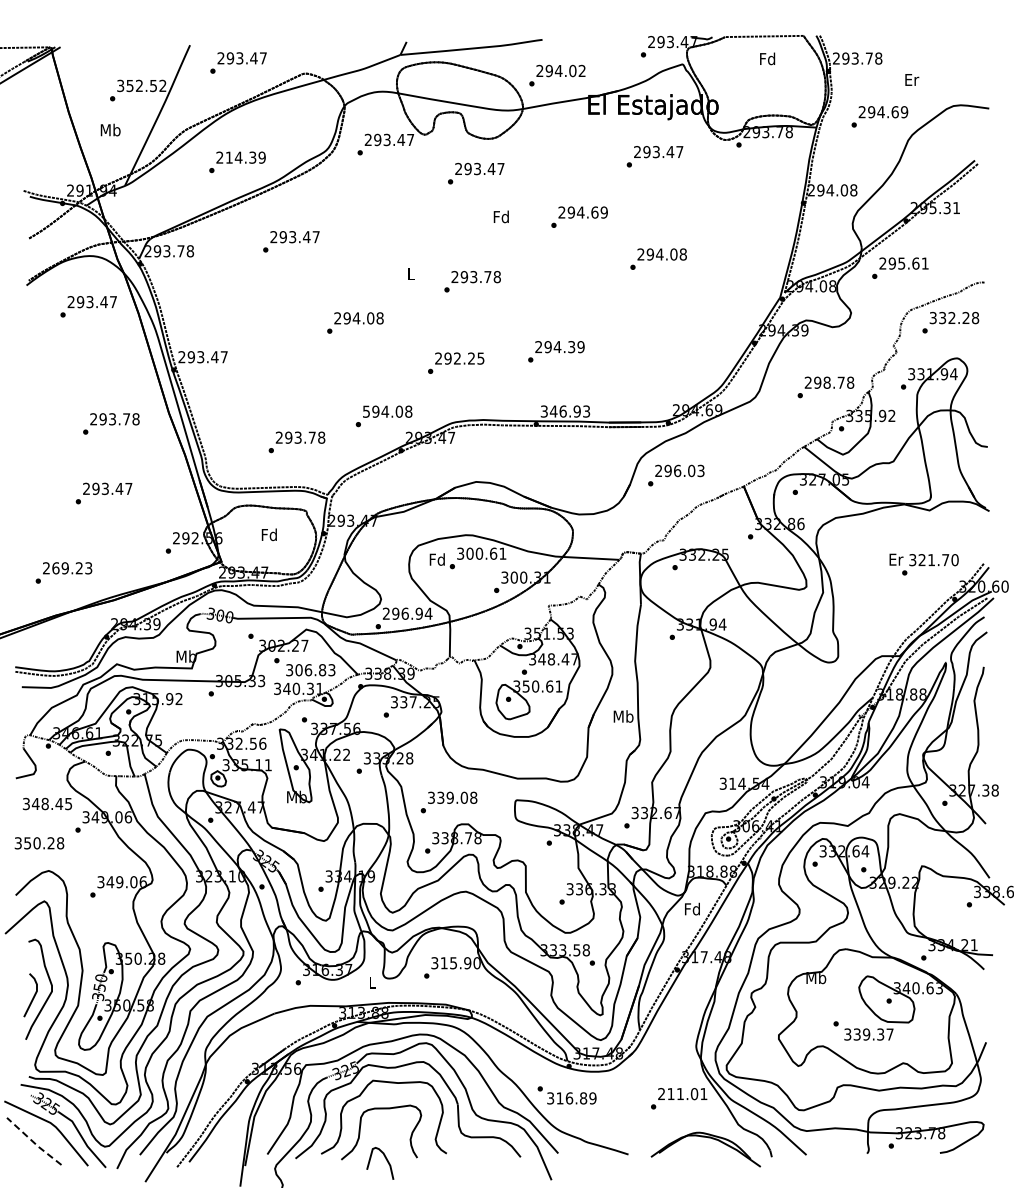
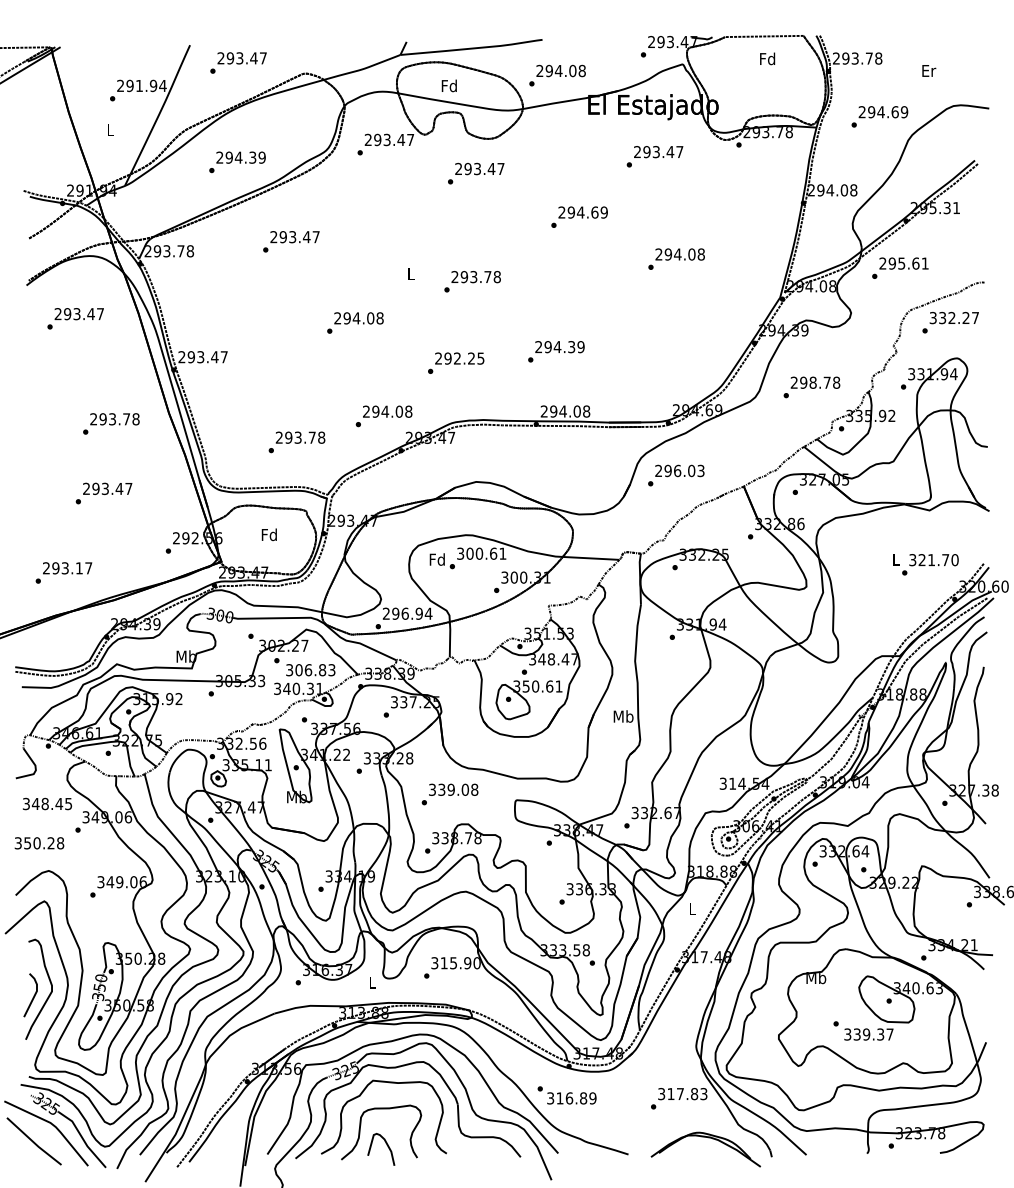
text at (581, 71): 294.02 -> 294.08
text at (912, 79) position: (912, 79) -> (929, 70)
text at (141, 85): 352.52 -> 291.94
text at (110, 129): Mb -> L
text at (228, 157): 214.39 -> 294.39
text at (500, 216) position: (500, 216) -> (448, 85)
text at (658, 258) position: (658, 258) -> (676, 258)
text at (88, 306) position: (88, 306) -> (75, 318)
text at (975, 317): 332.28 -> 332.27
text at (825, 387) position: (825, 387) -> (811, 387)
text at (366, 411): 594.08 -> 294.08
text at (565, 411): 346.93 -> 294.08
text at (896, 559): Er -> L
text at (72, 568): 269.23 -> 293.17
text at (448, 802) position: (448, 802) -> (449, 794)
text at (692, 908): Fd -> L
text at (682, 1094): 211.01 -> 317.83
line at (33, 1142): dashed -> solid
curve at (386, 1161) position: (386, 1161) -> (387, 1147)
